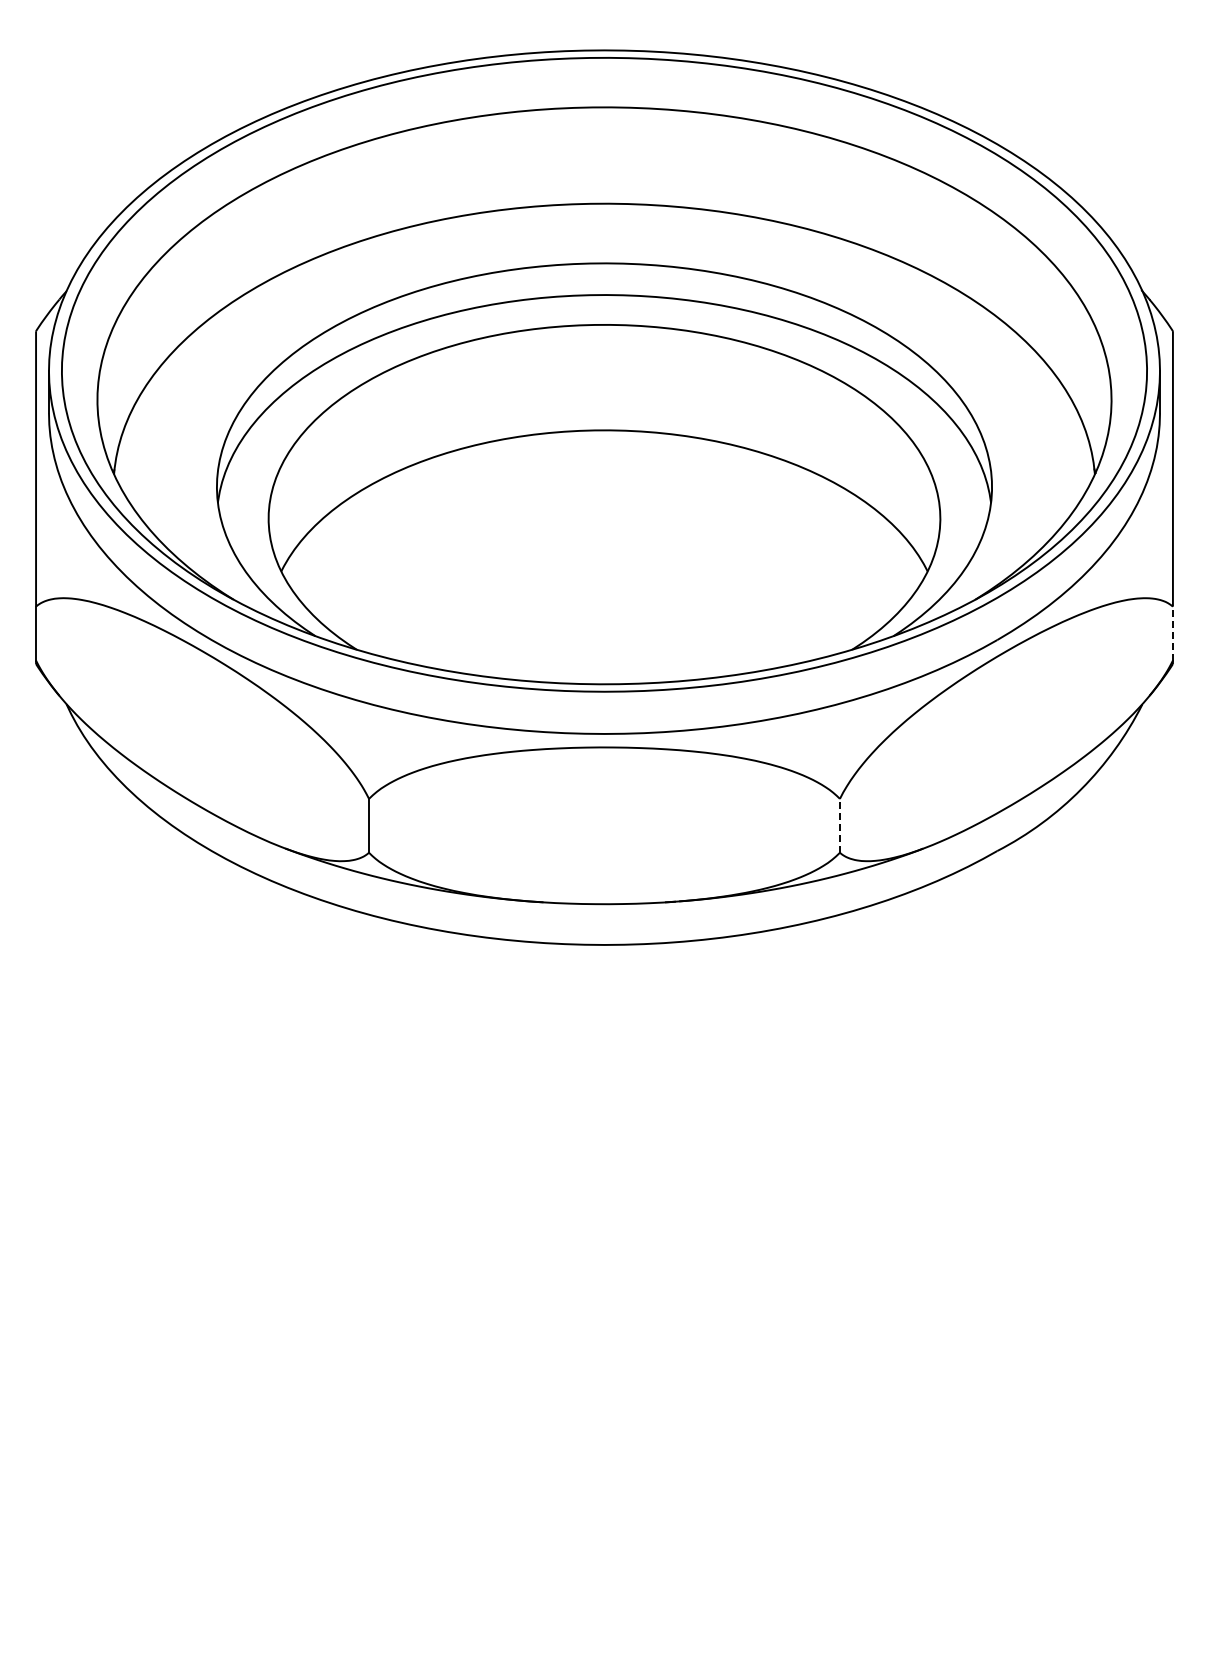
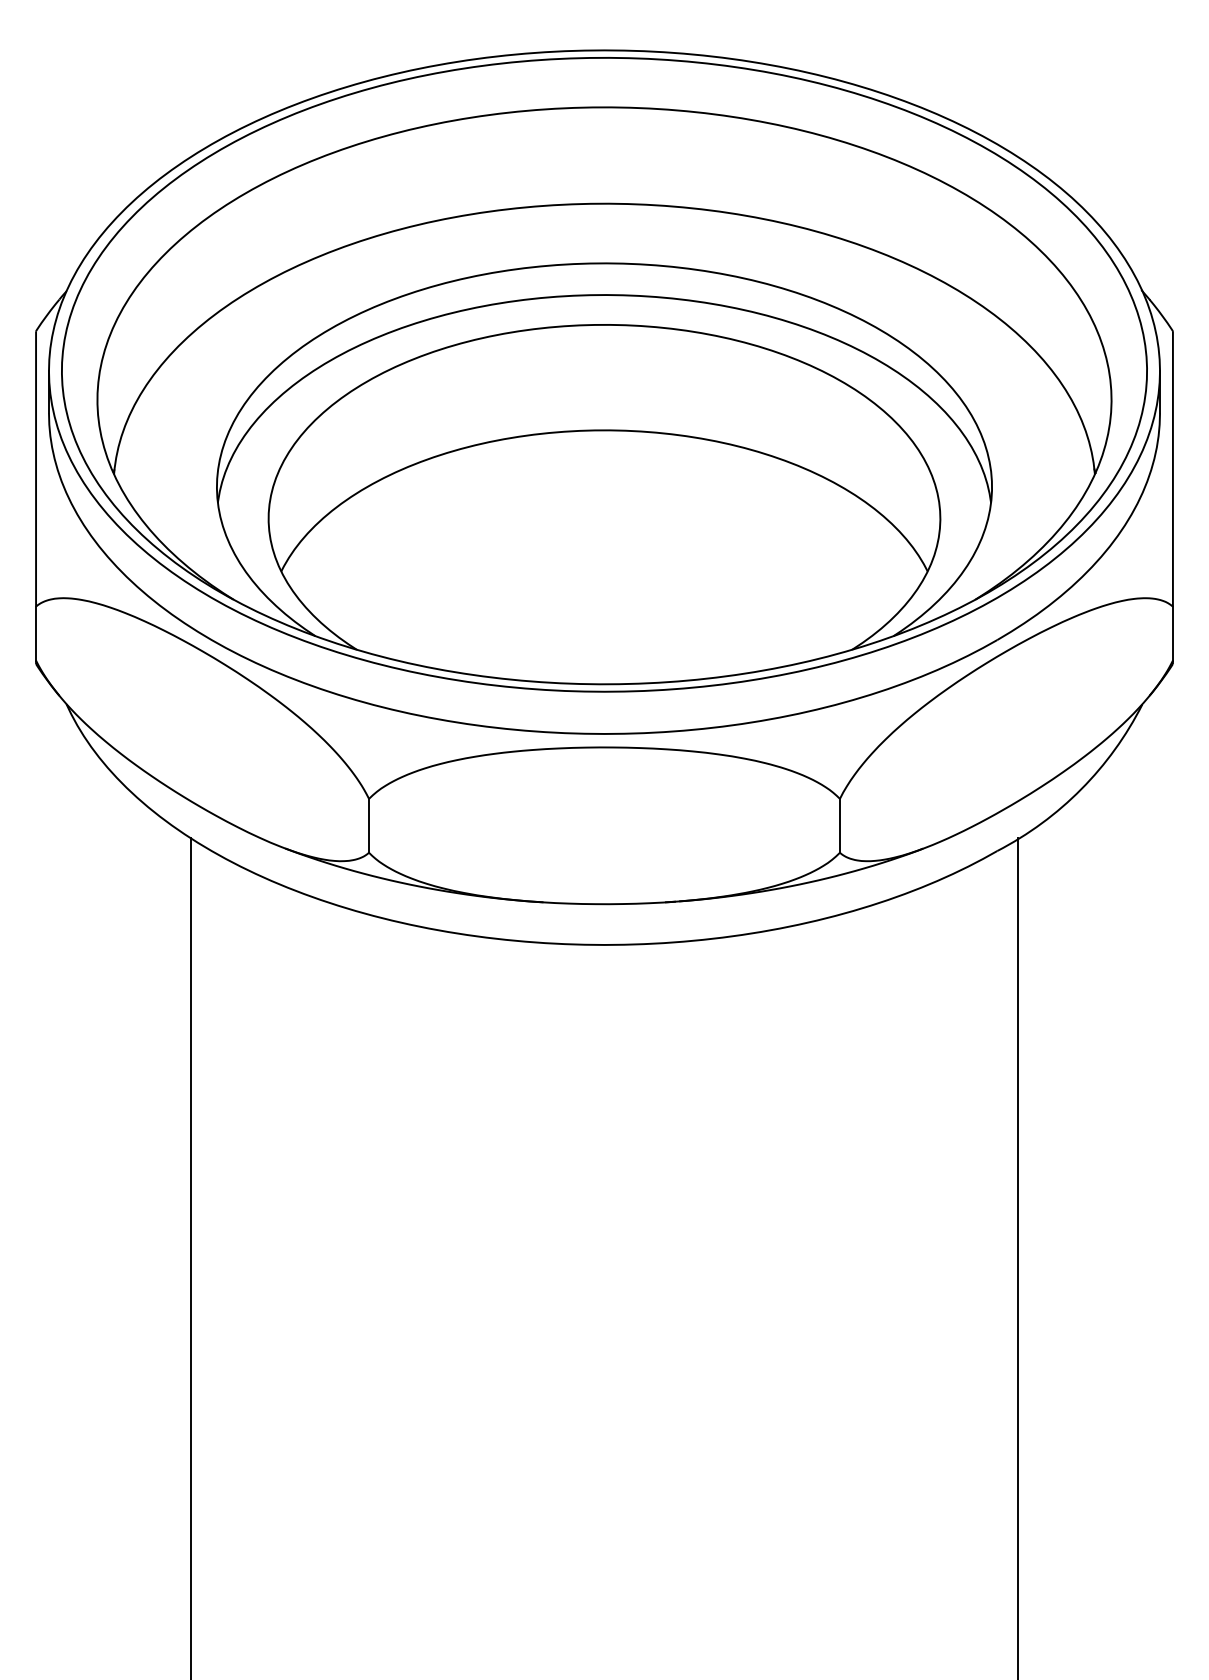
line at (1172, 633): dashed -> solid
line at (839, 825): dashed -> solid
line at (191, 1257): none -> present
line at (1017, 1257): none -> present
